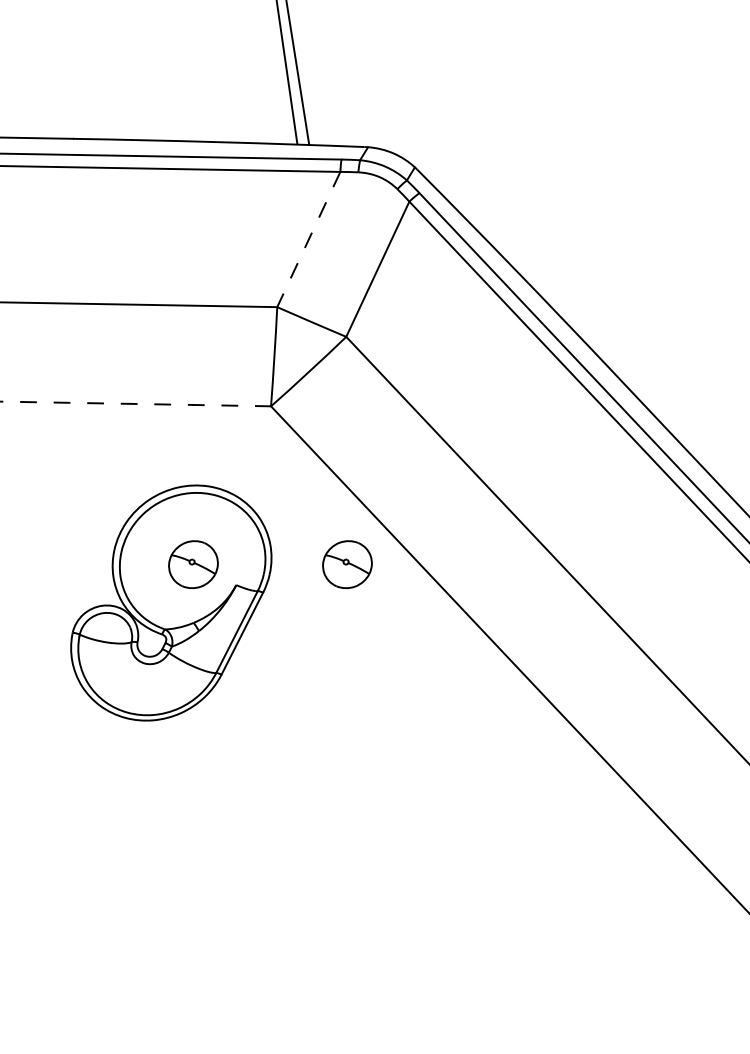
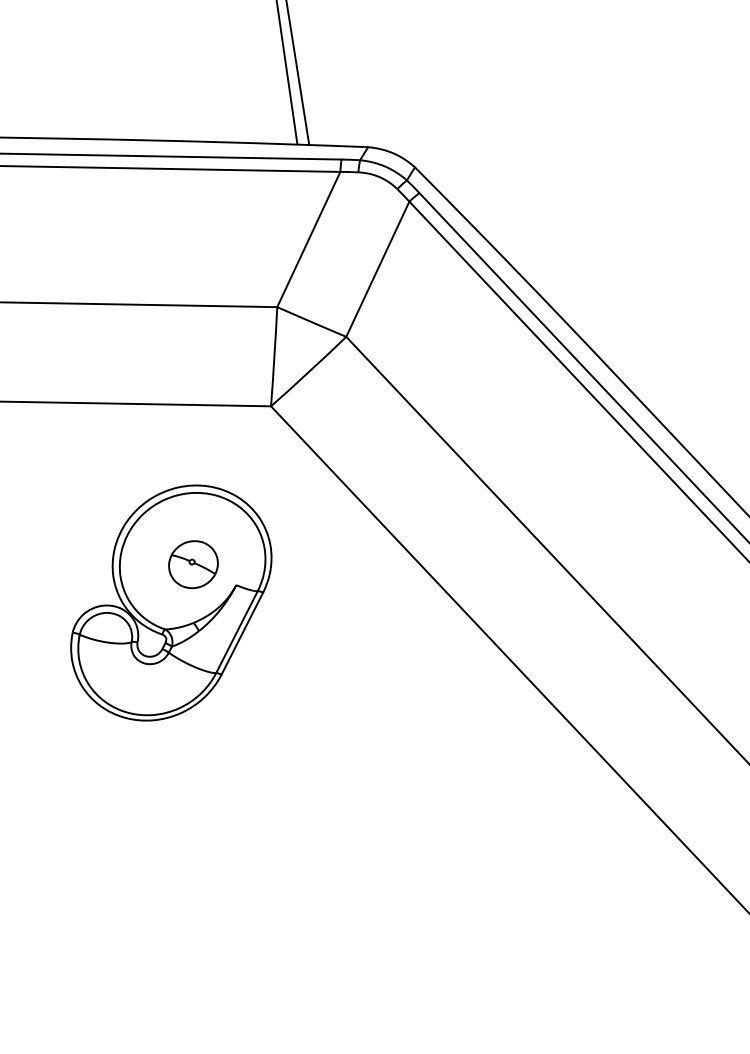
line at (308, 239): dashed -> solid
line at (136, 403): dashed -> solid
part at (347, 564): present -> none
